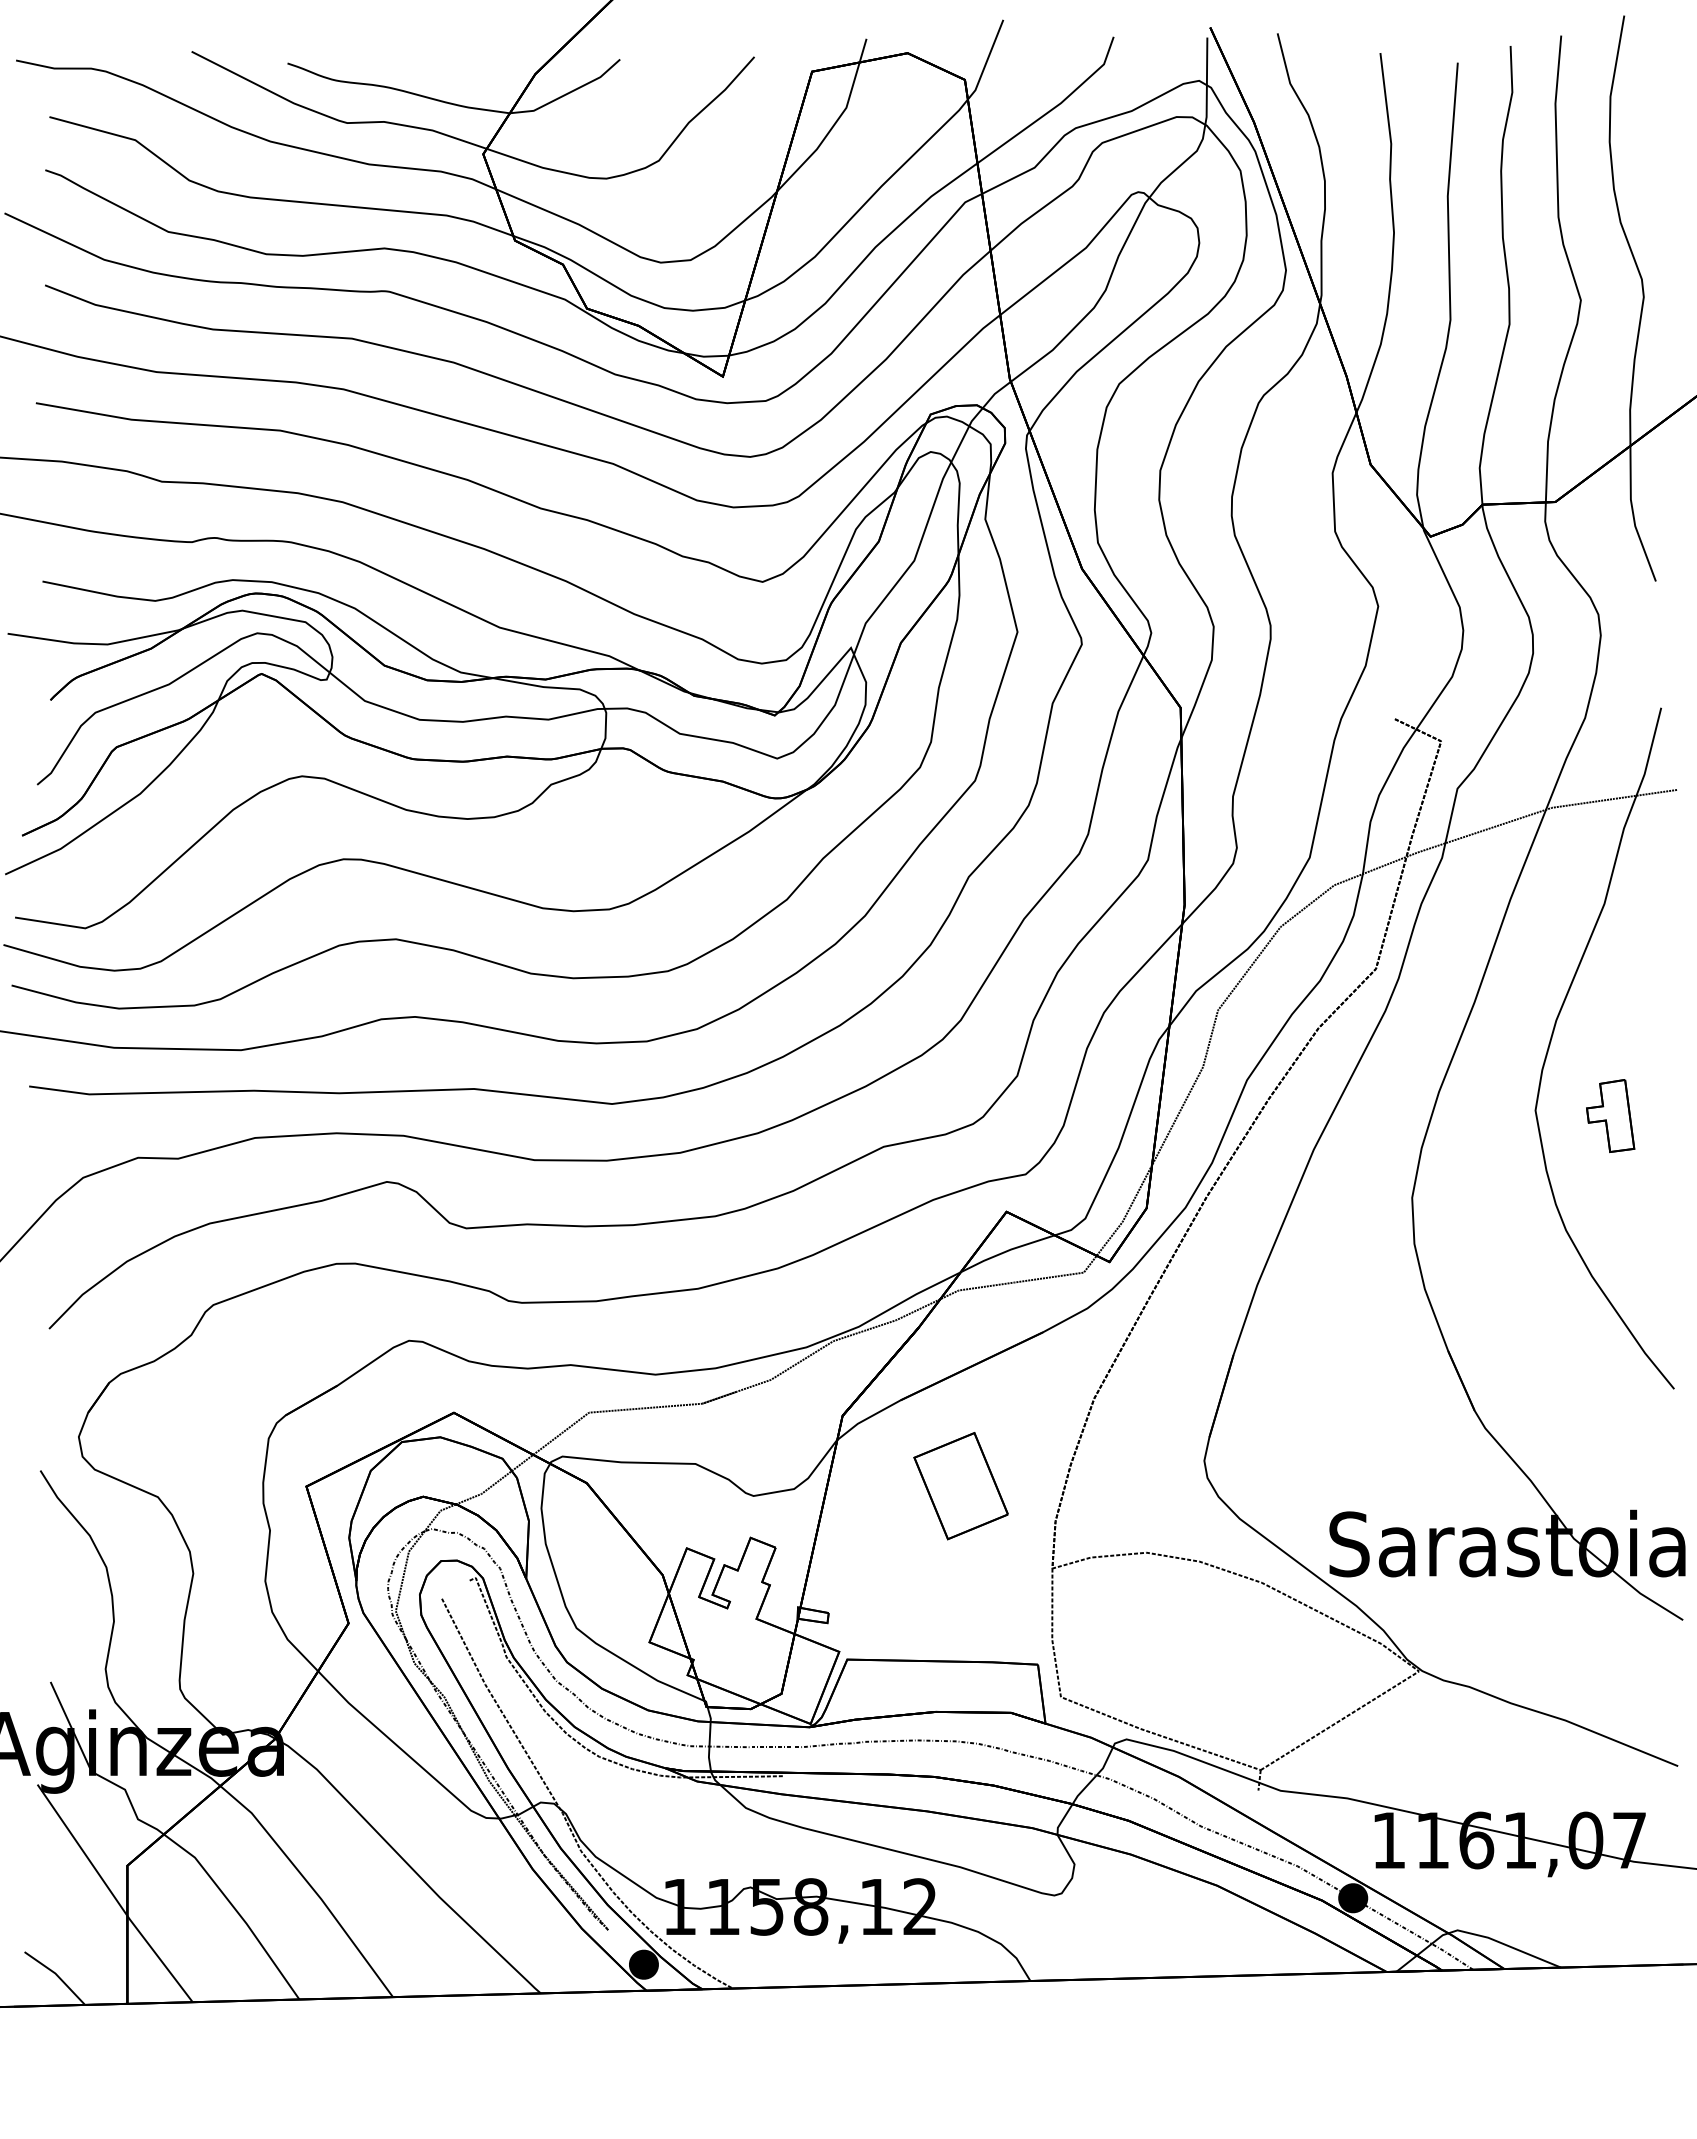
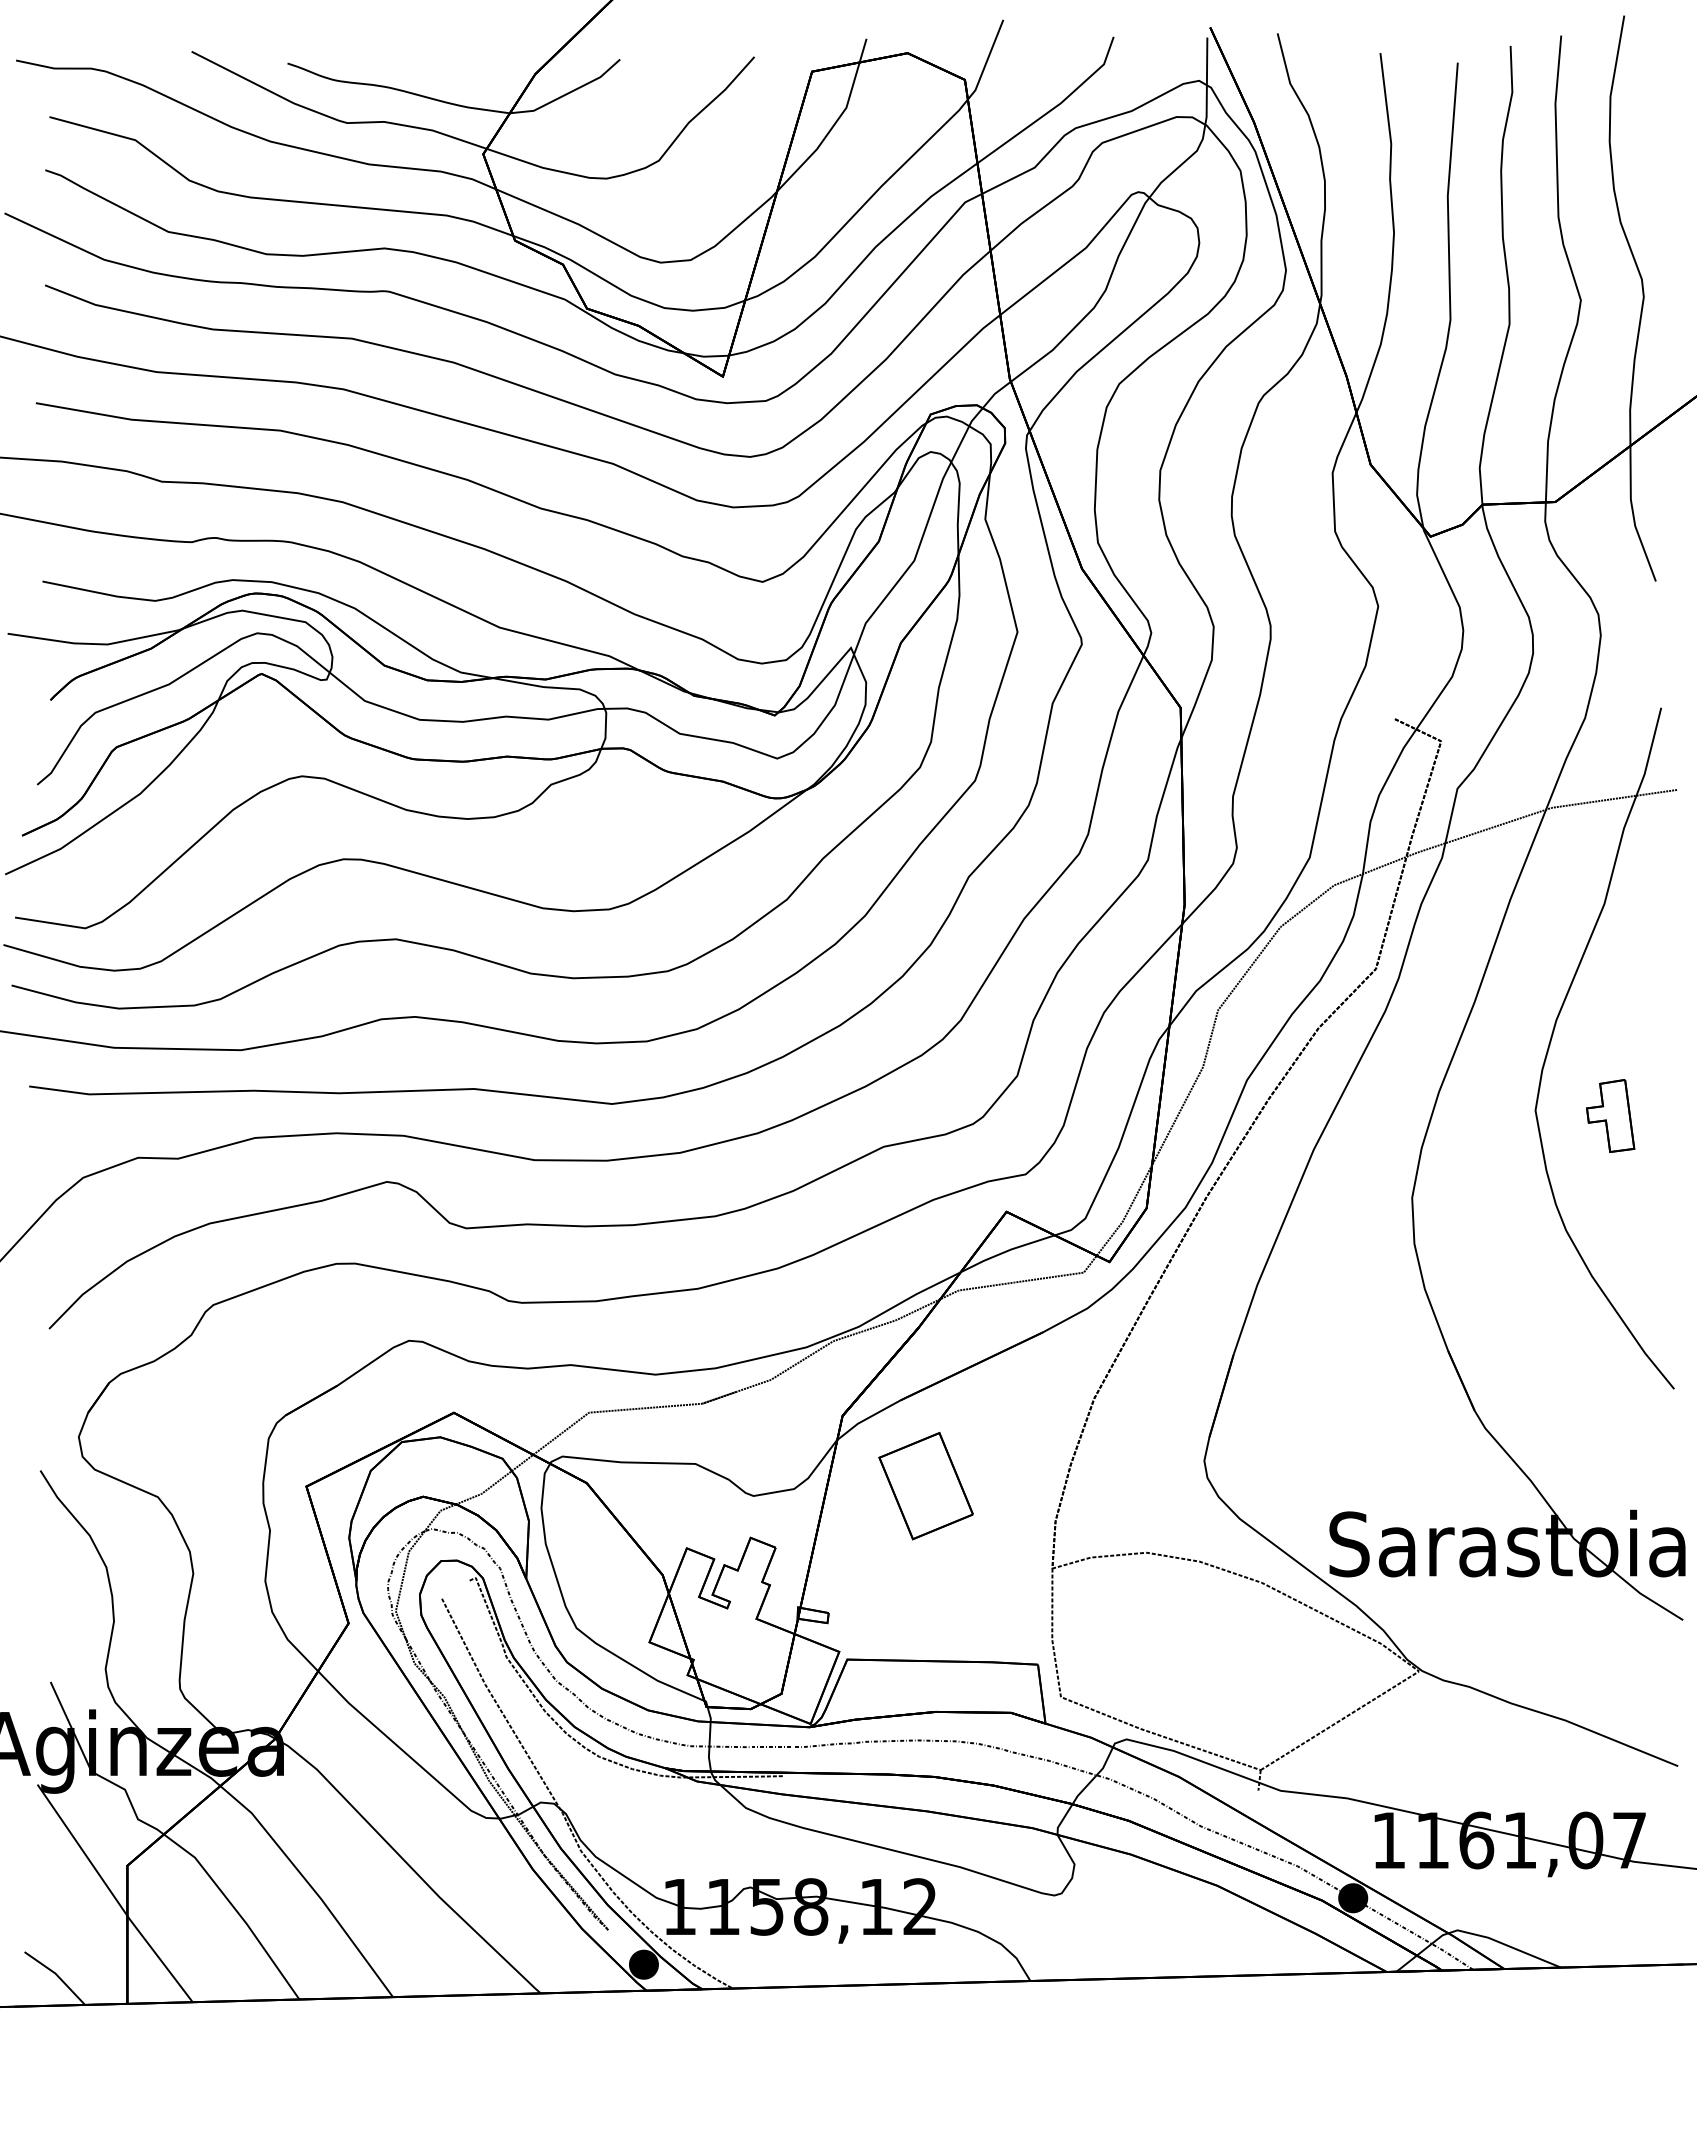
part at (960, 1486) position: (960, 1486) -> (925, 1486)
